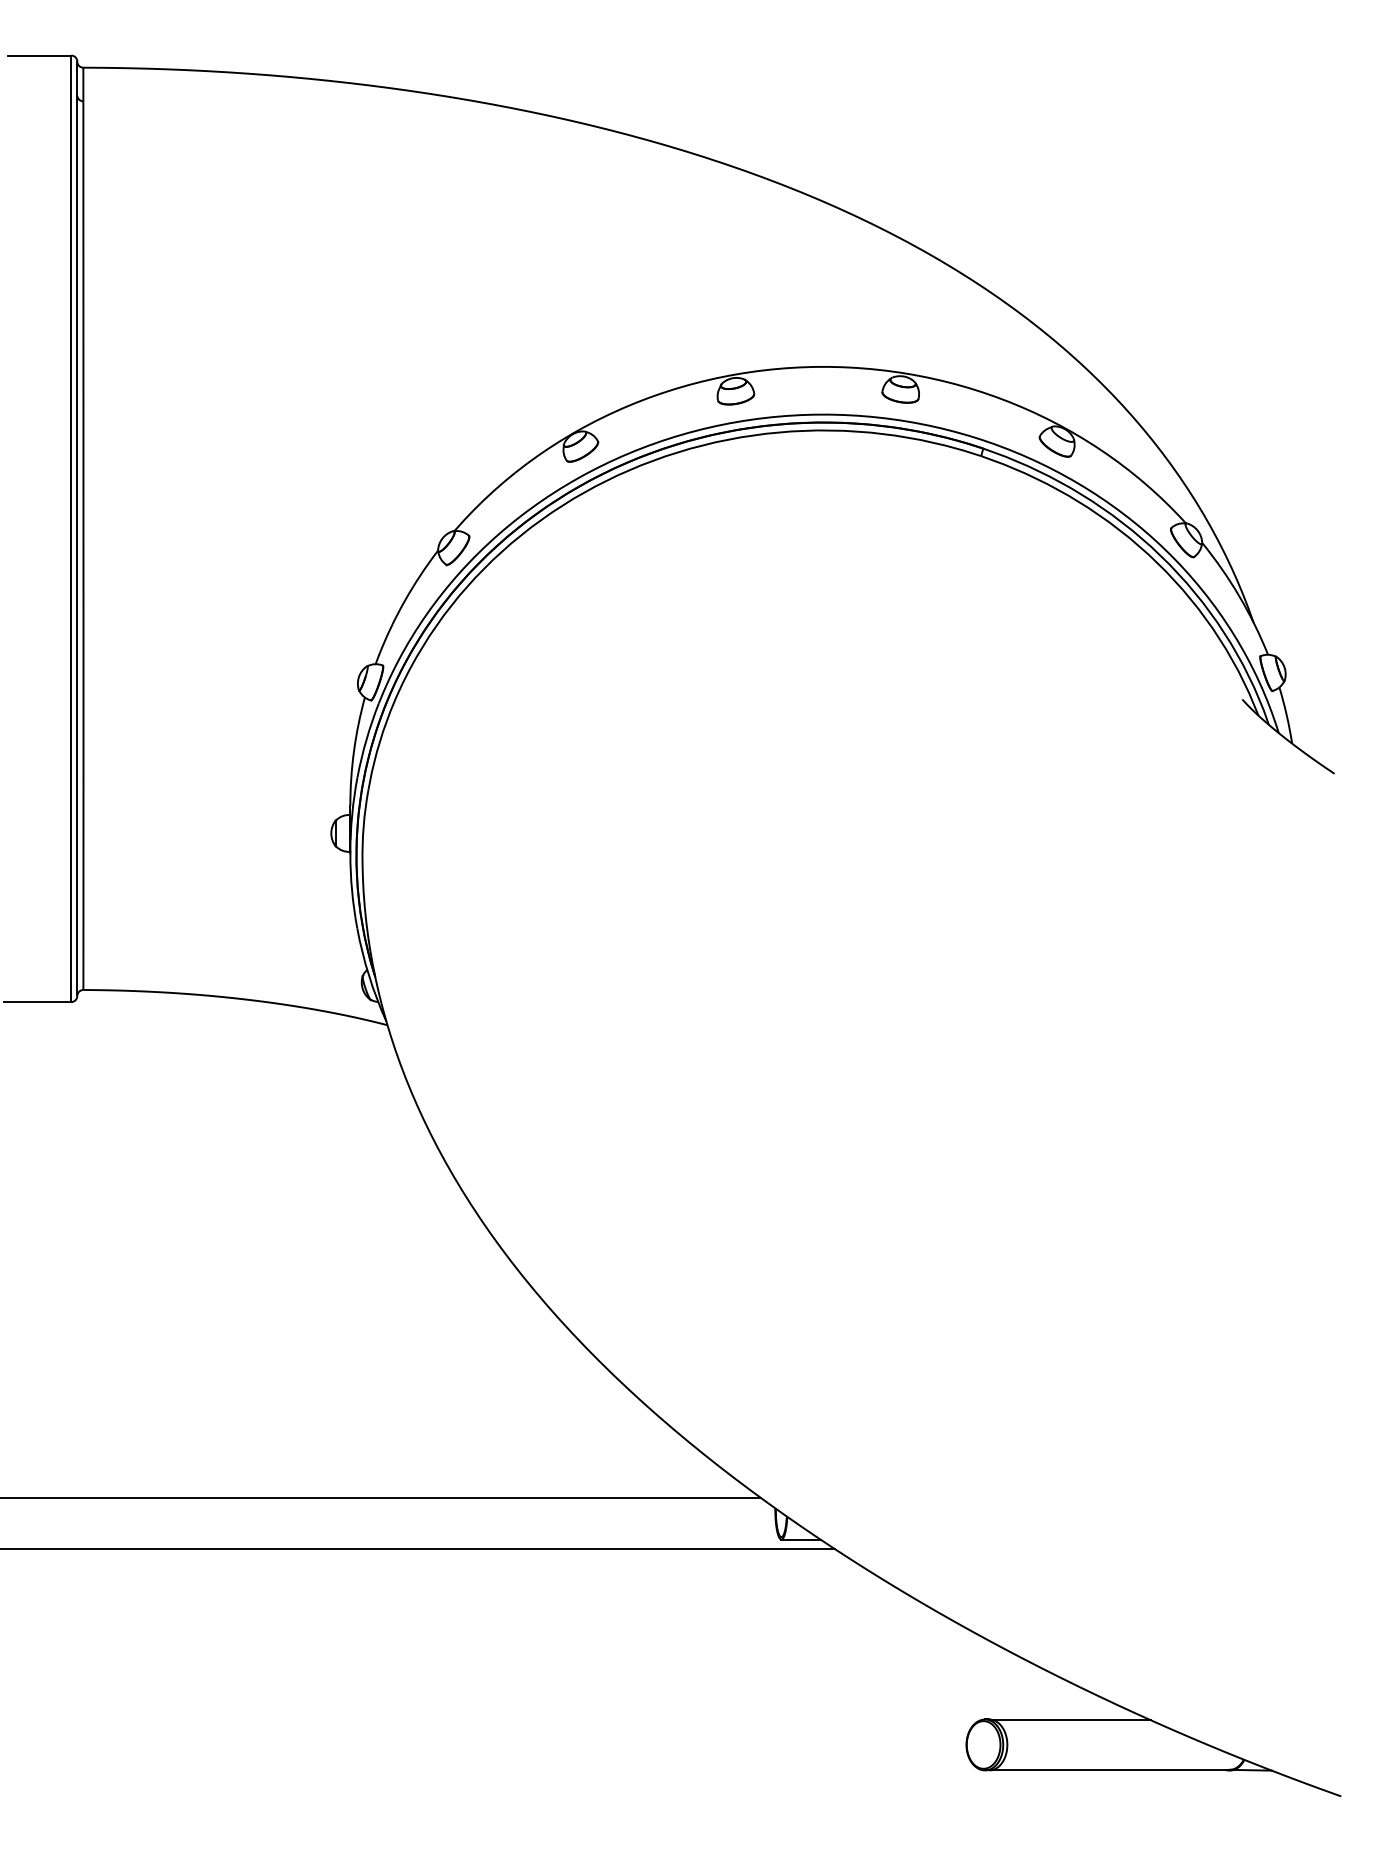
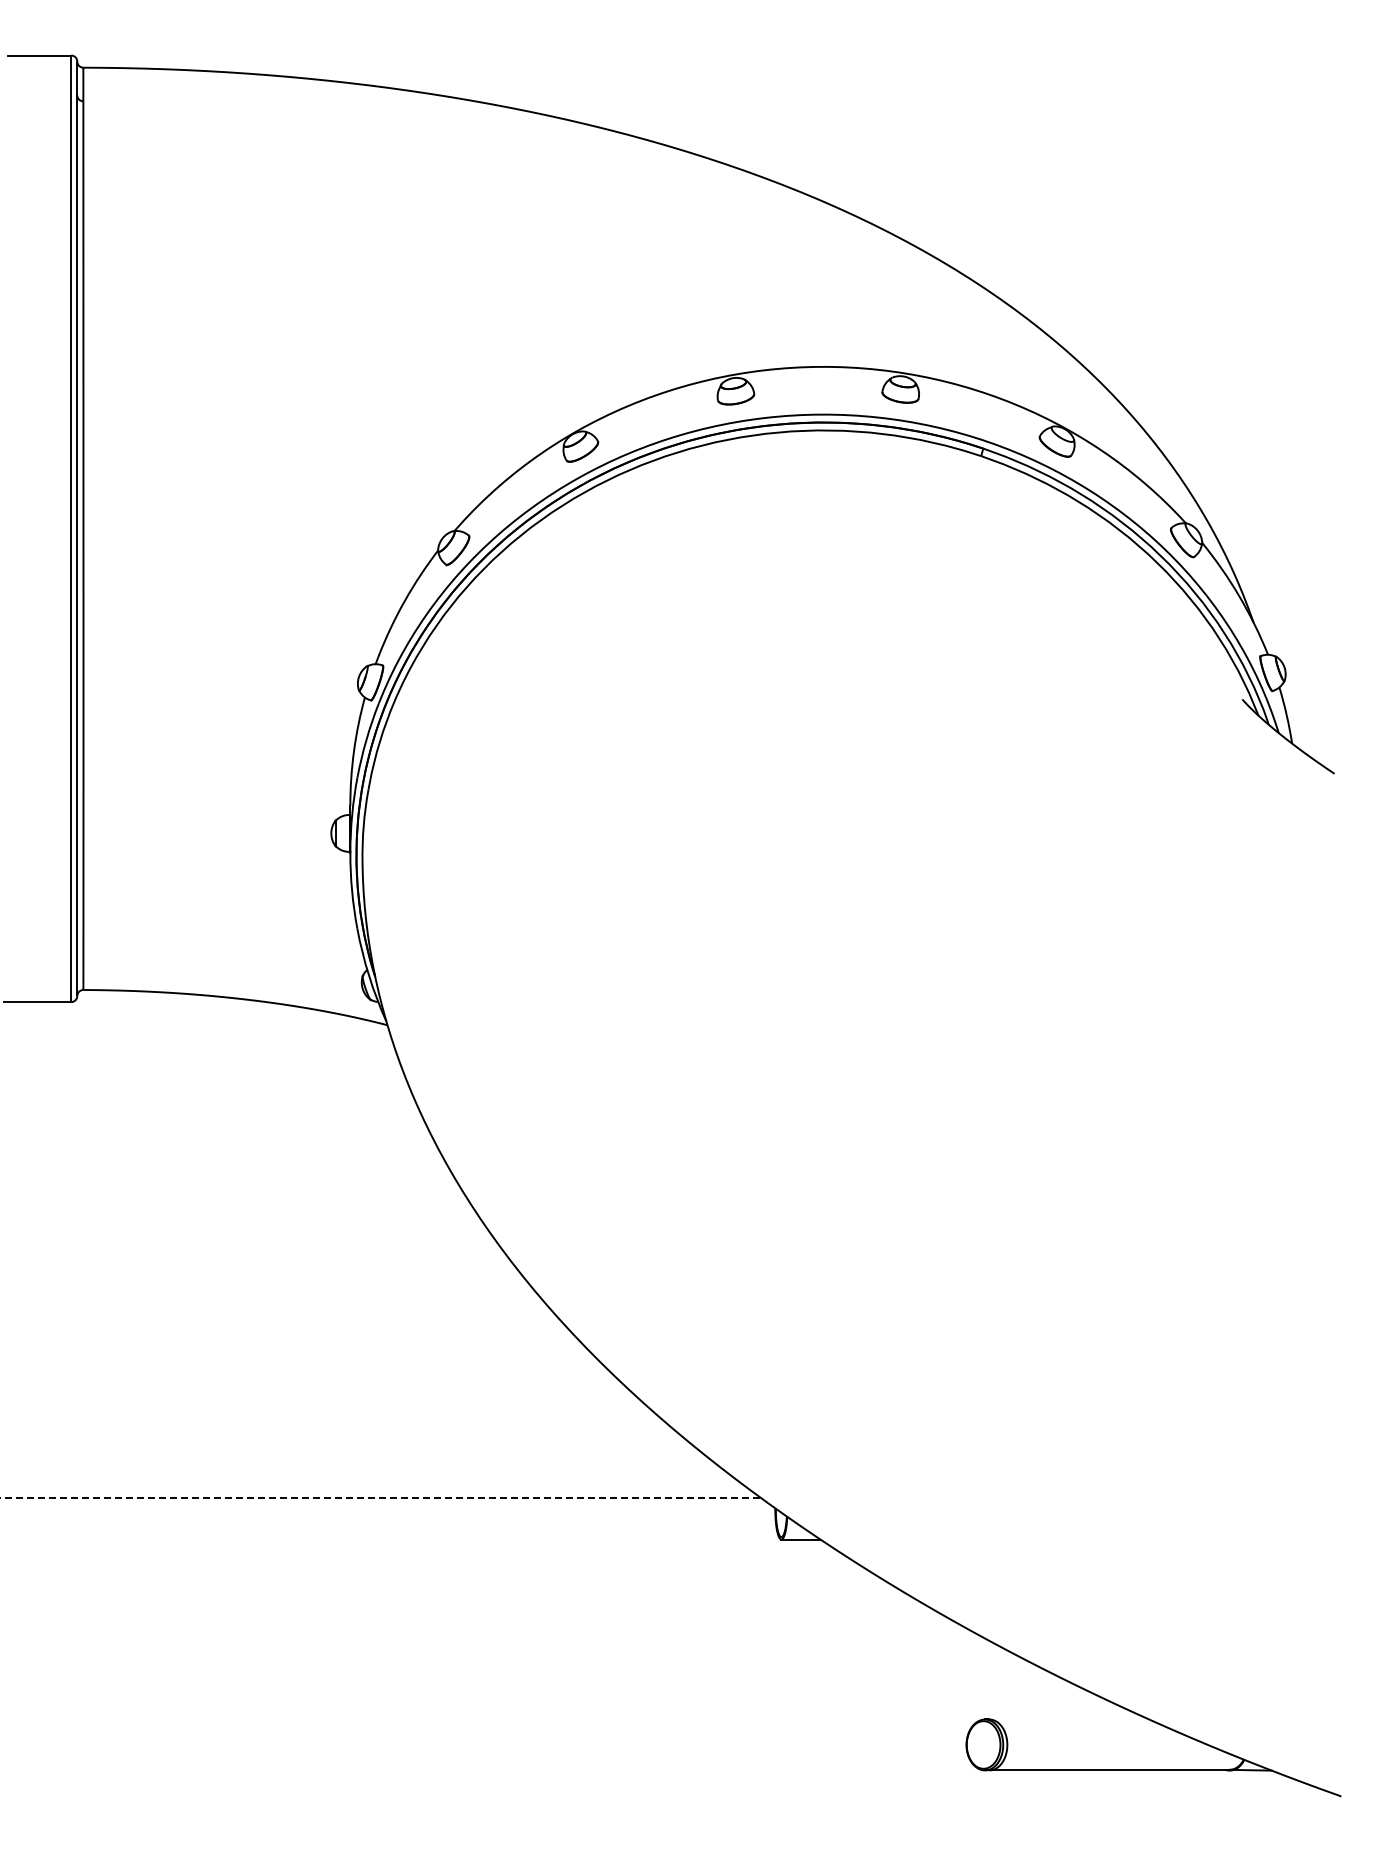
line at (379, 1497): solid -> dashed
line at (418, 1548): present -> none
line at (1071, 1720): present -> none
